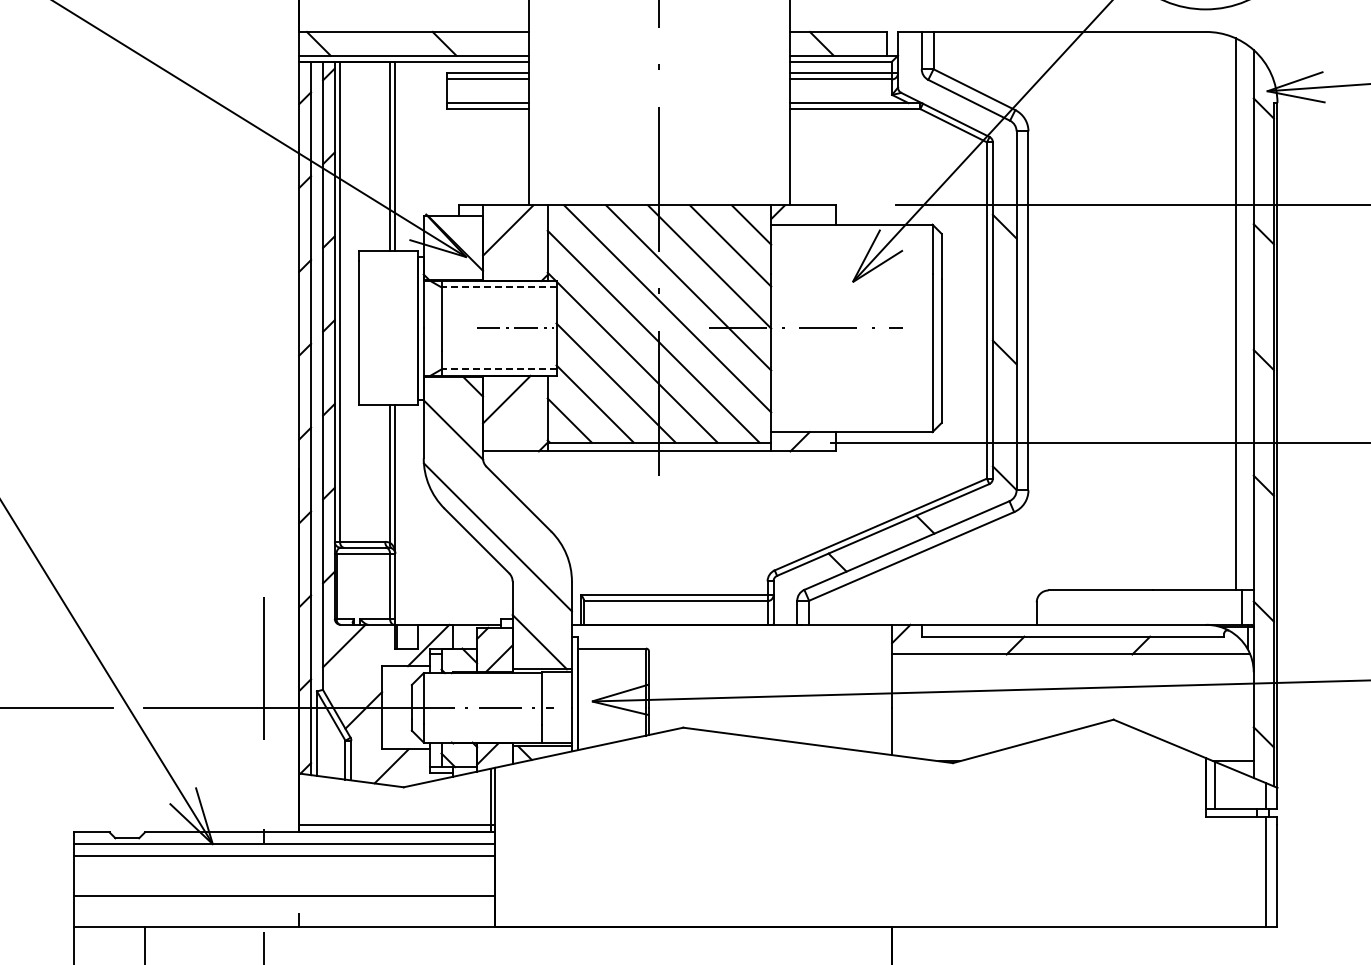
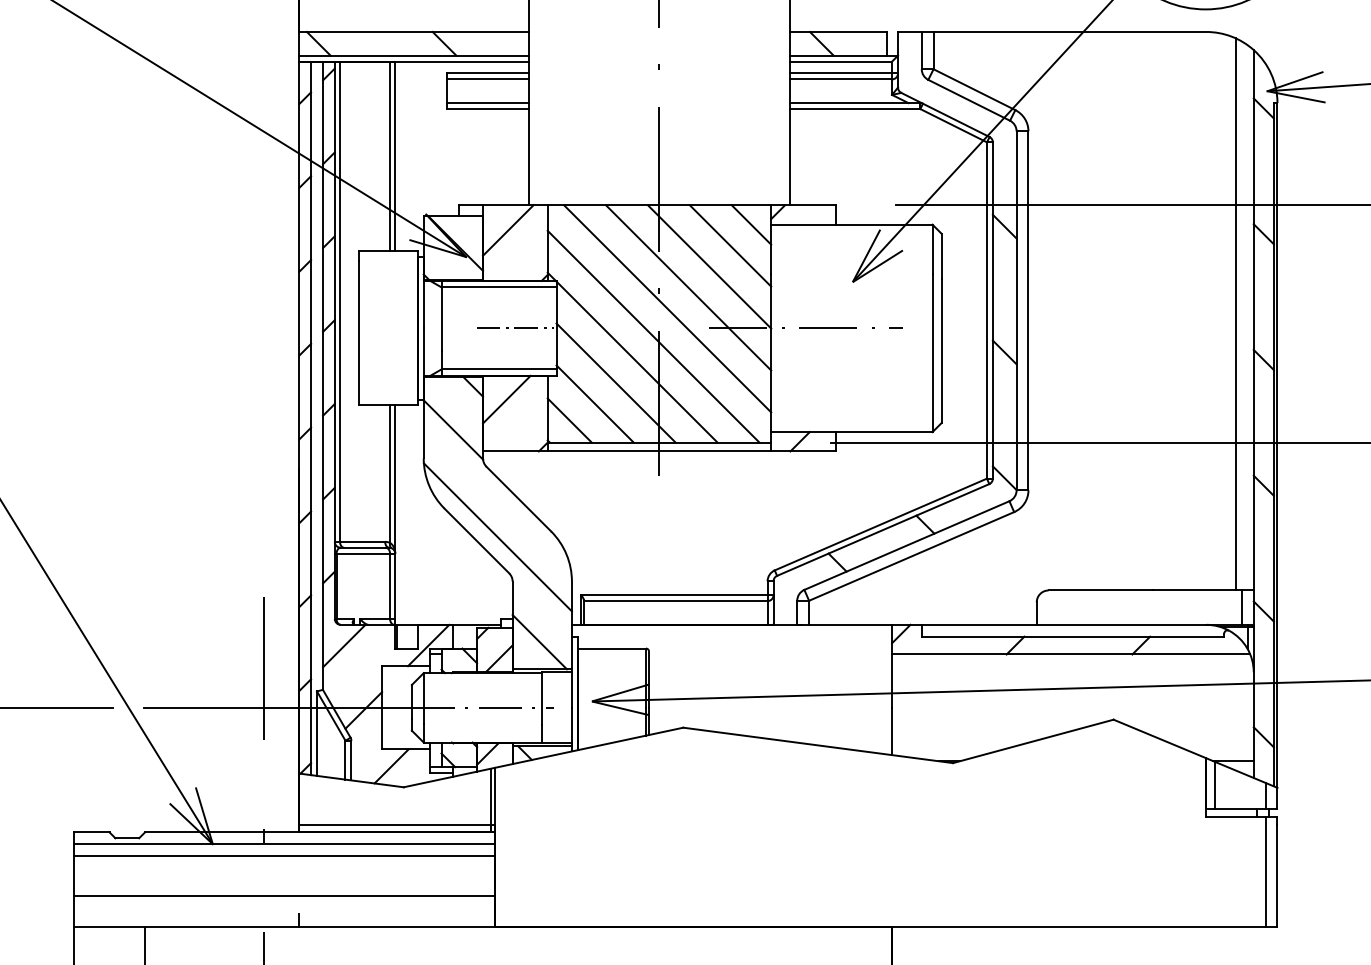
line at (499, 287): dashed -> solid
line at (499, 369): dashed -> solid
